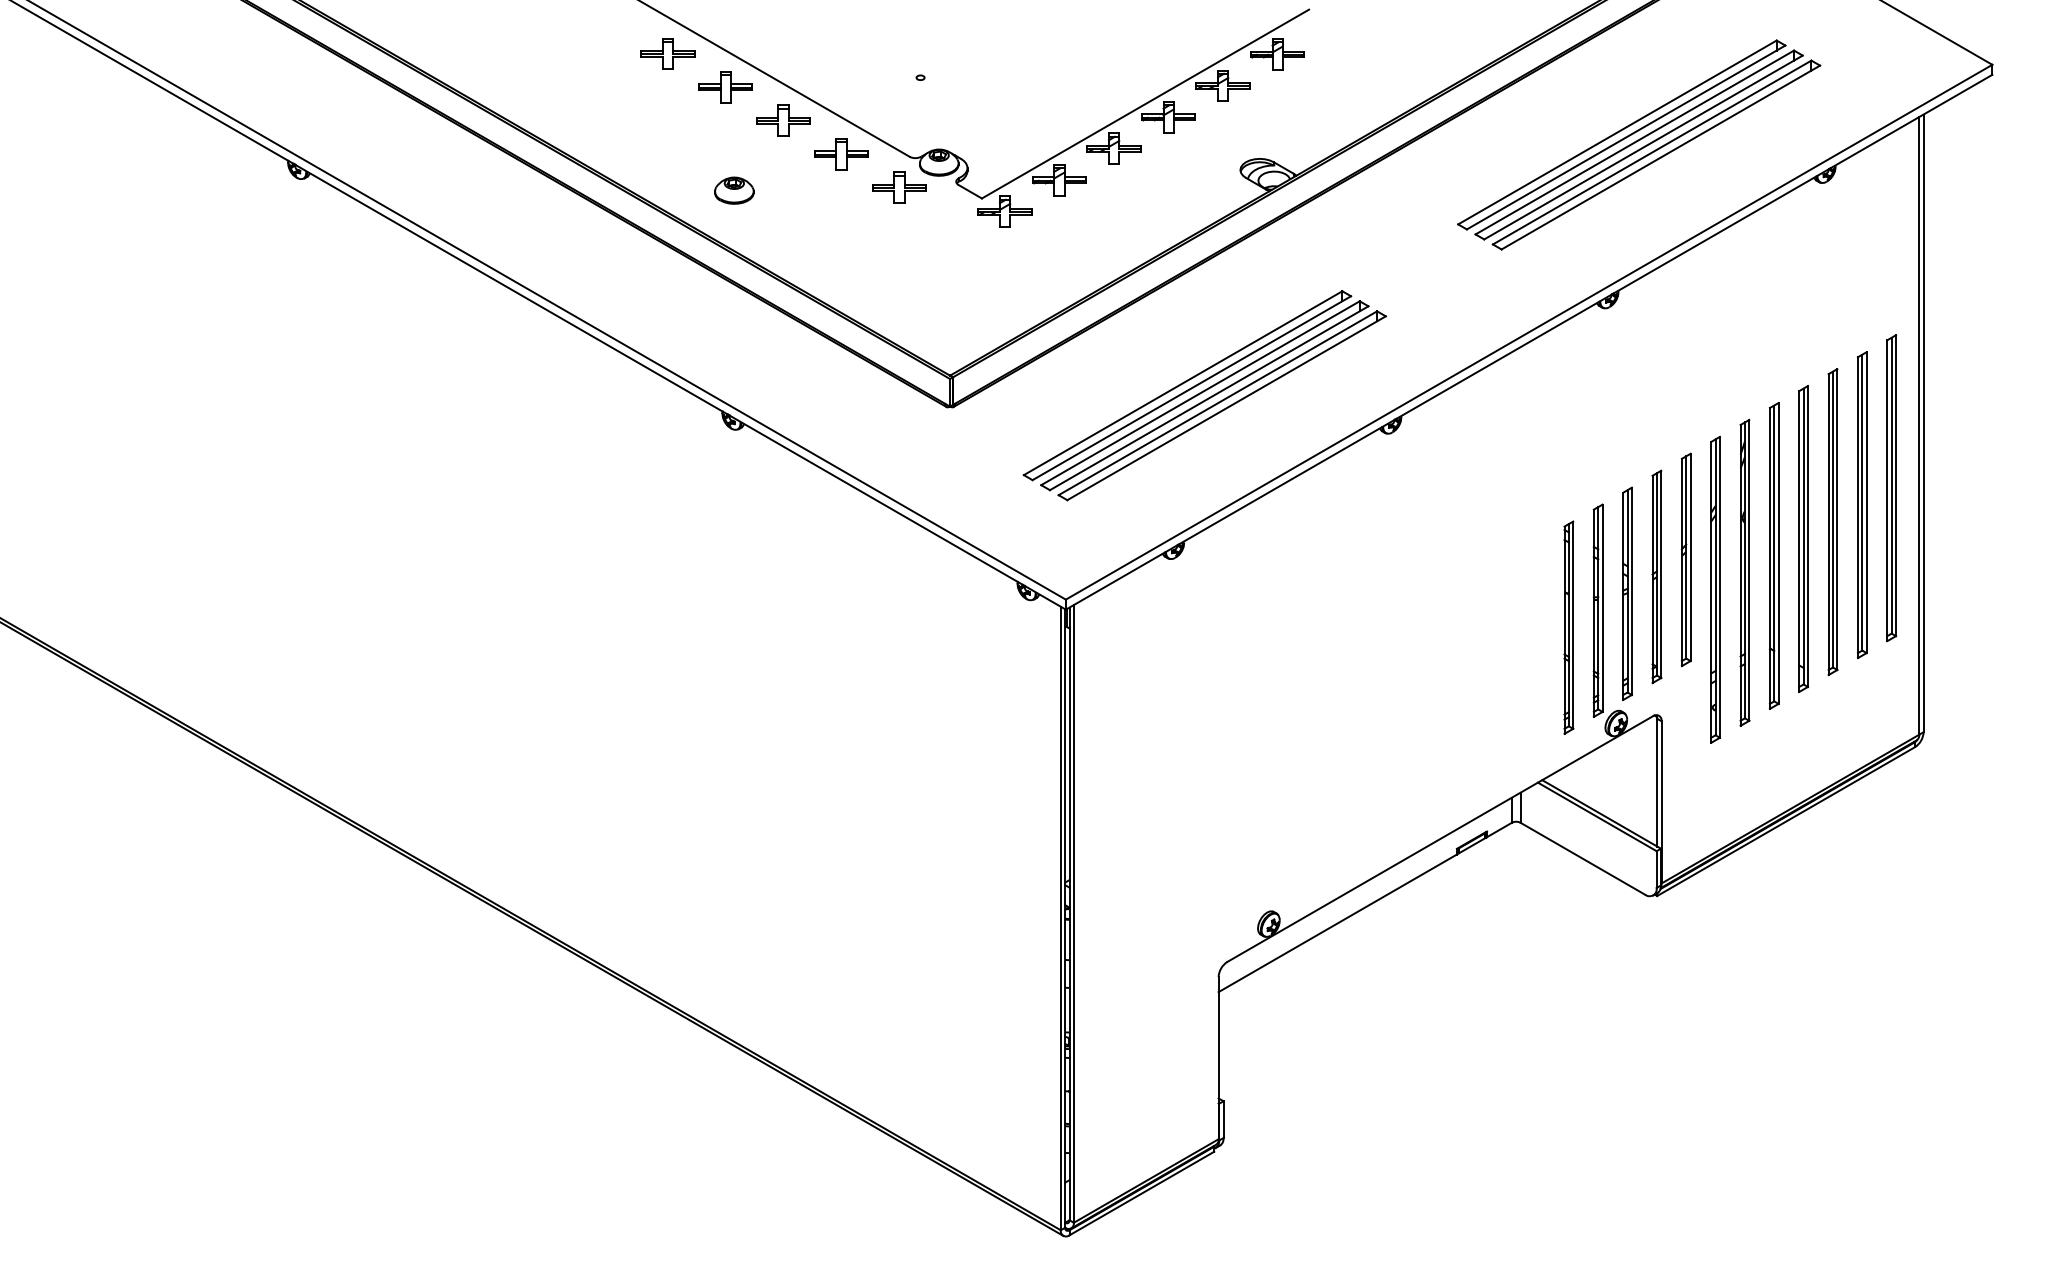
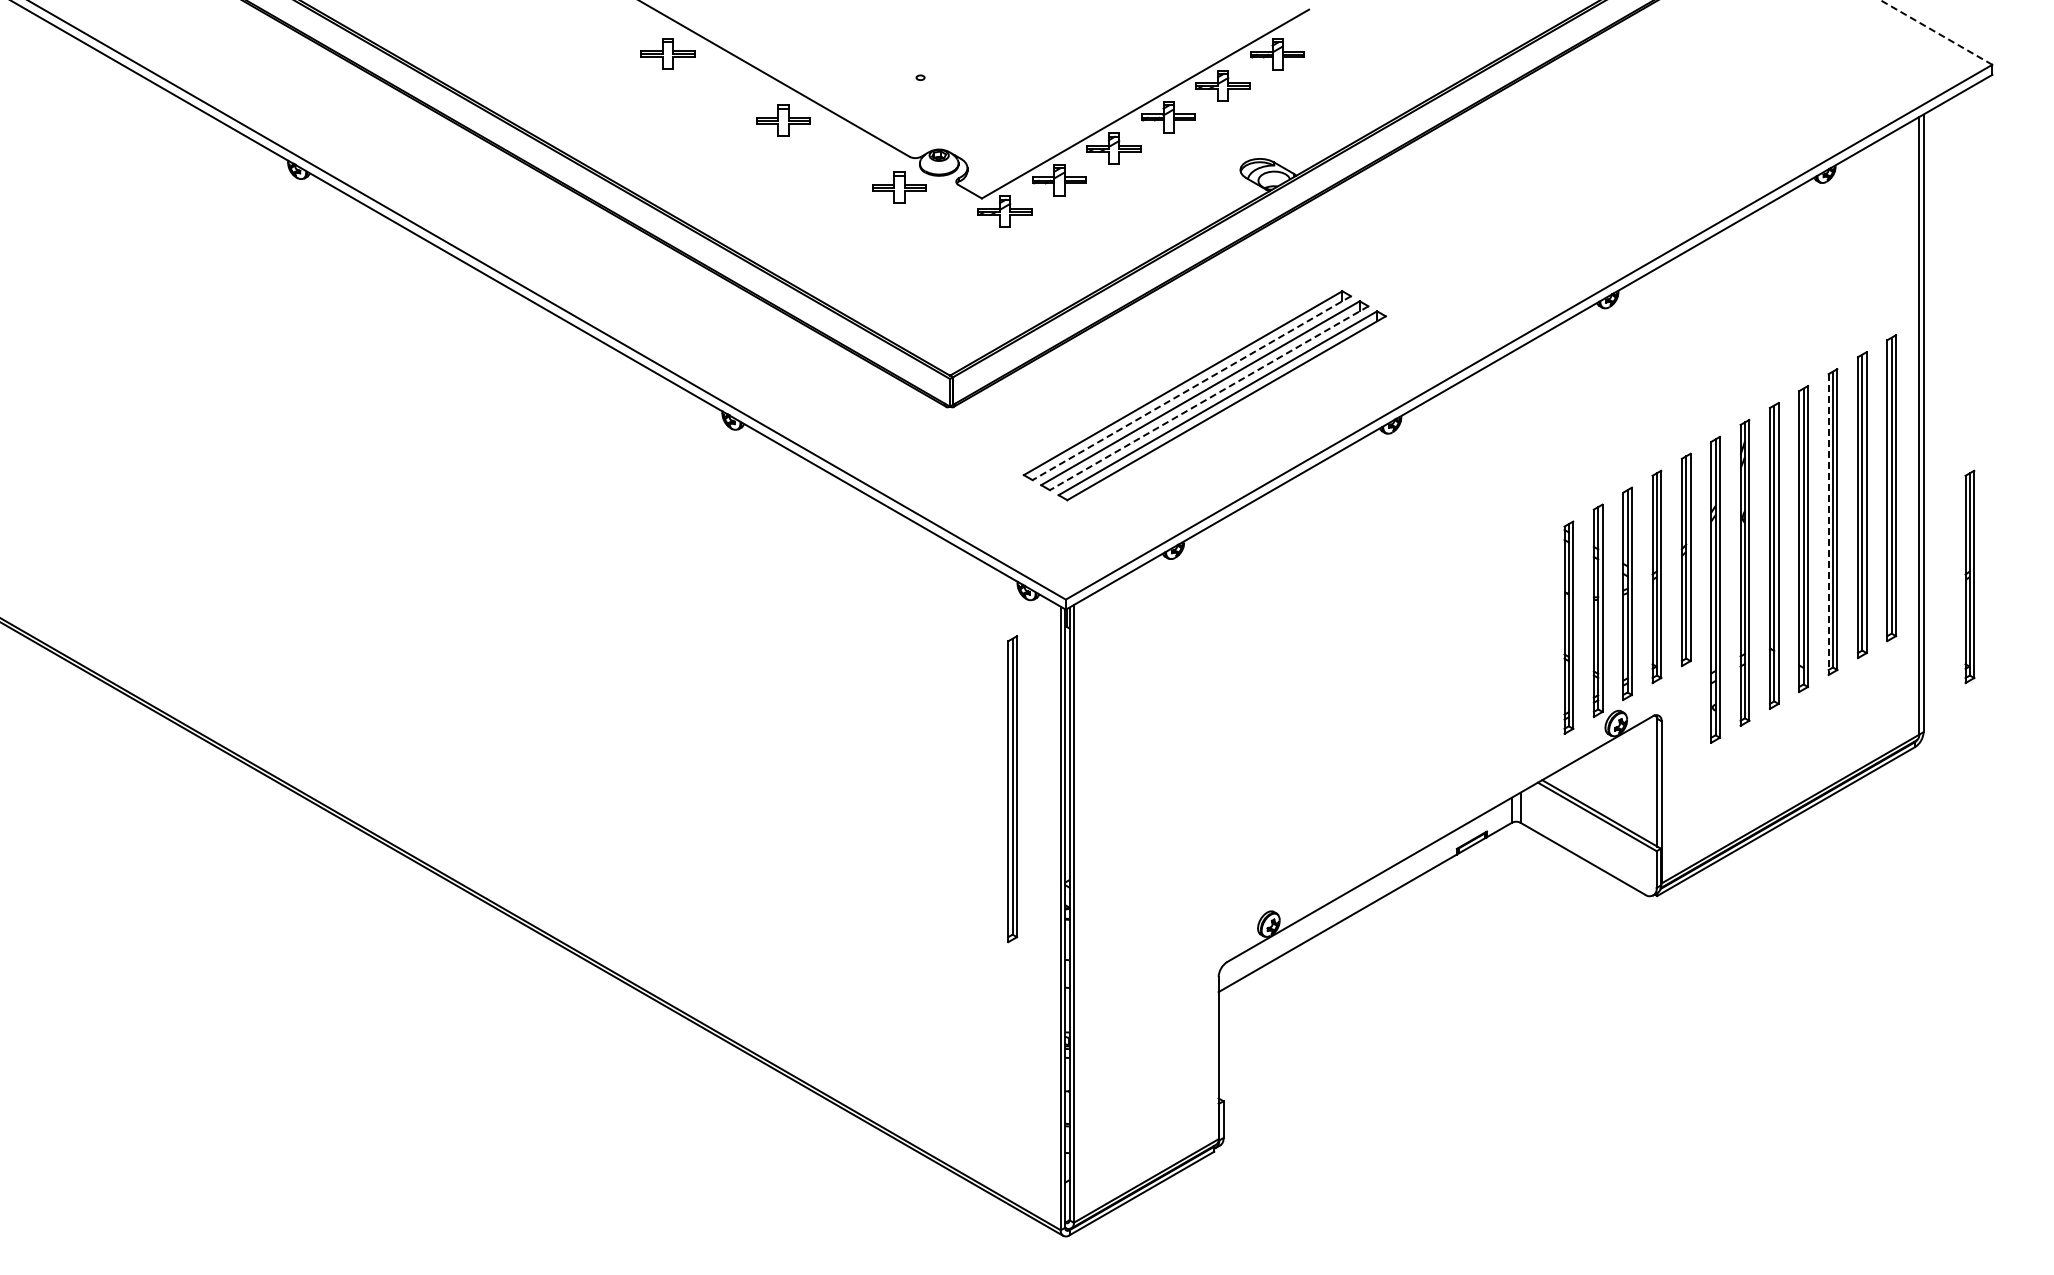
line at (1936, 32): solid -> dashed
part at (725, 87): present -> none
part at (1639, 144): present -> none
part at (841, 154): present -> none
part at (734, 190): present -> none
line at (1191, 388): solid -> dashed
line at (1209, 398): solid -> dashed
line at (1828, 525): solid -> dashed
part at (1969, 576): none -> present
part at (1012, 789): none -> present
